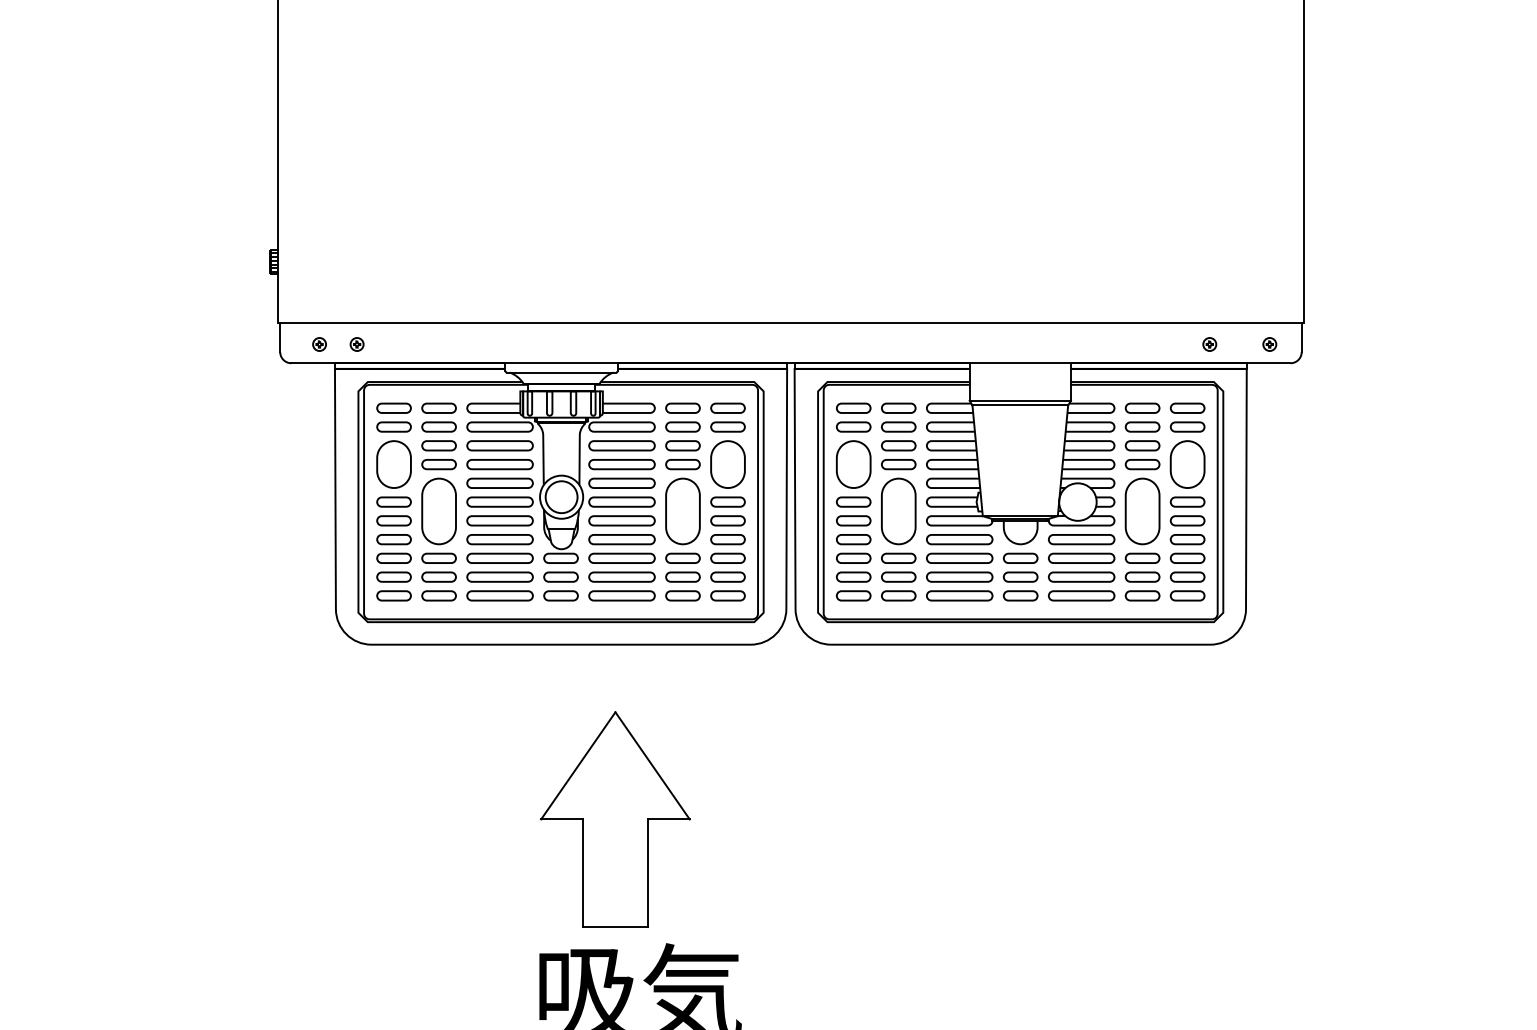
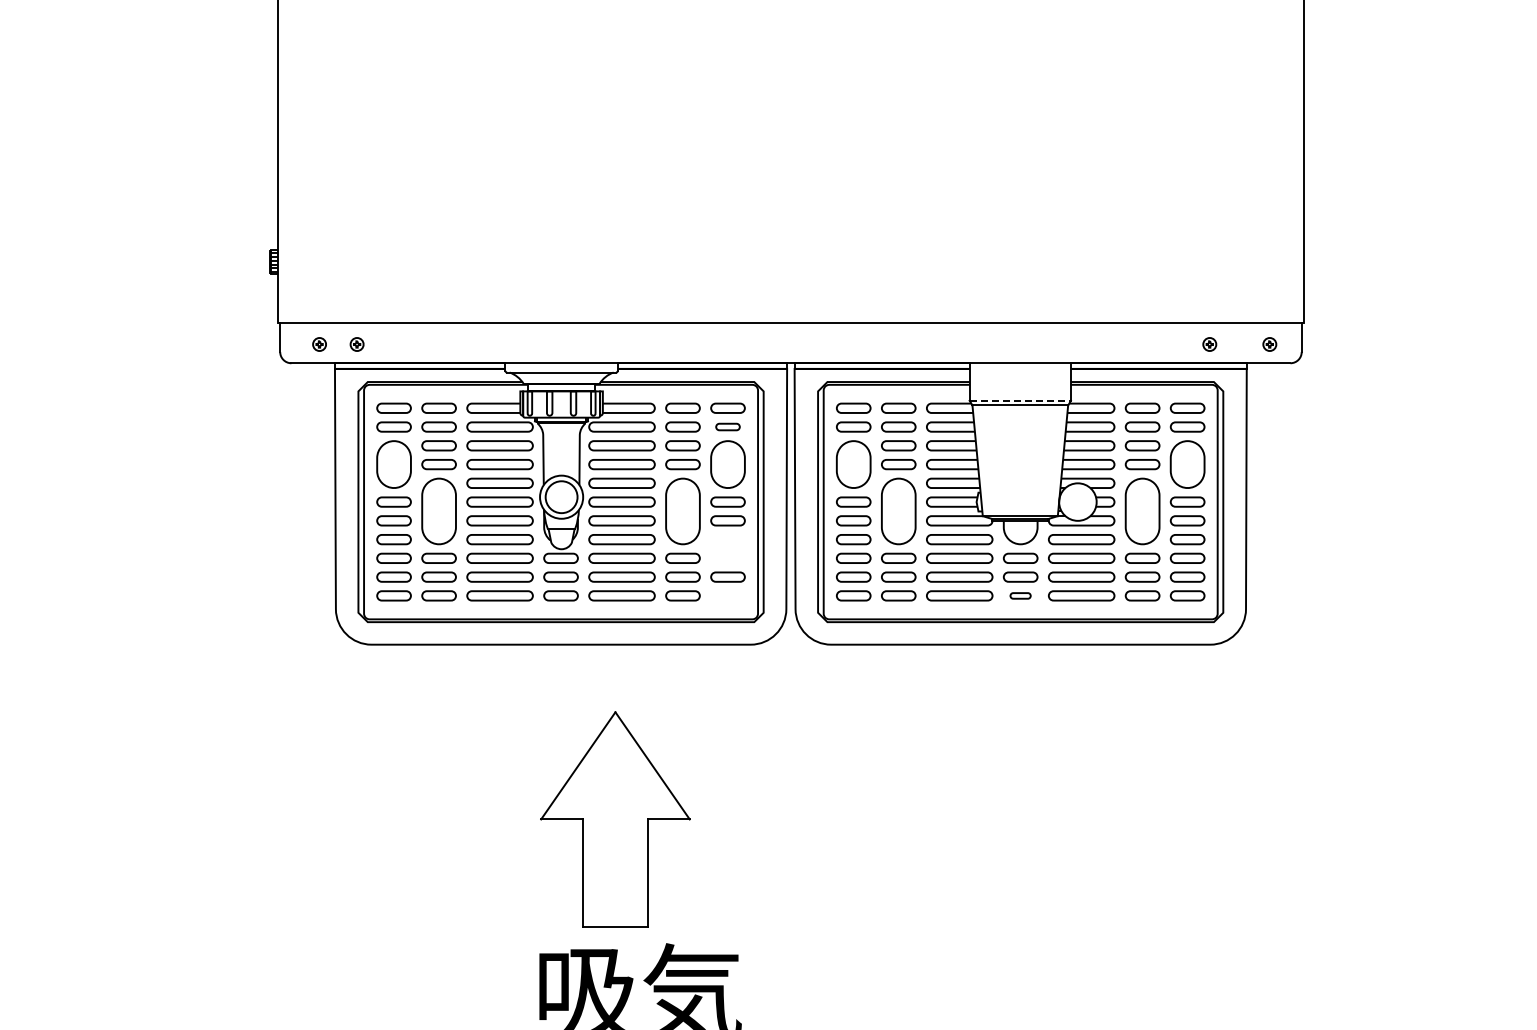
line at (1020, 400): solid -> dashed
part at (727, 426) size: 36x12 px -> 26x10 px
part at (727, 548): present -> none
part at (727, 595): present -> none
part at (1020, 595) size: 37x12 px -> 23x8 px
